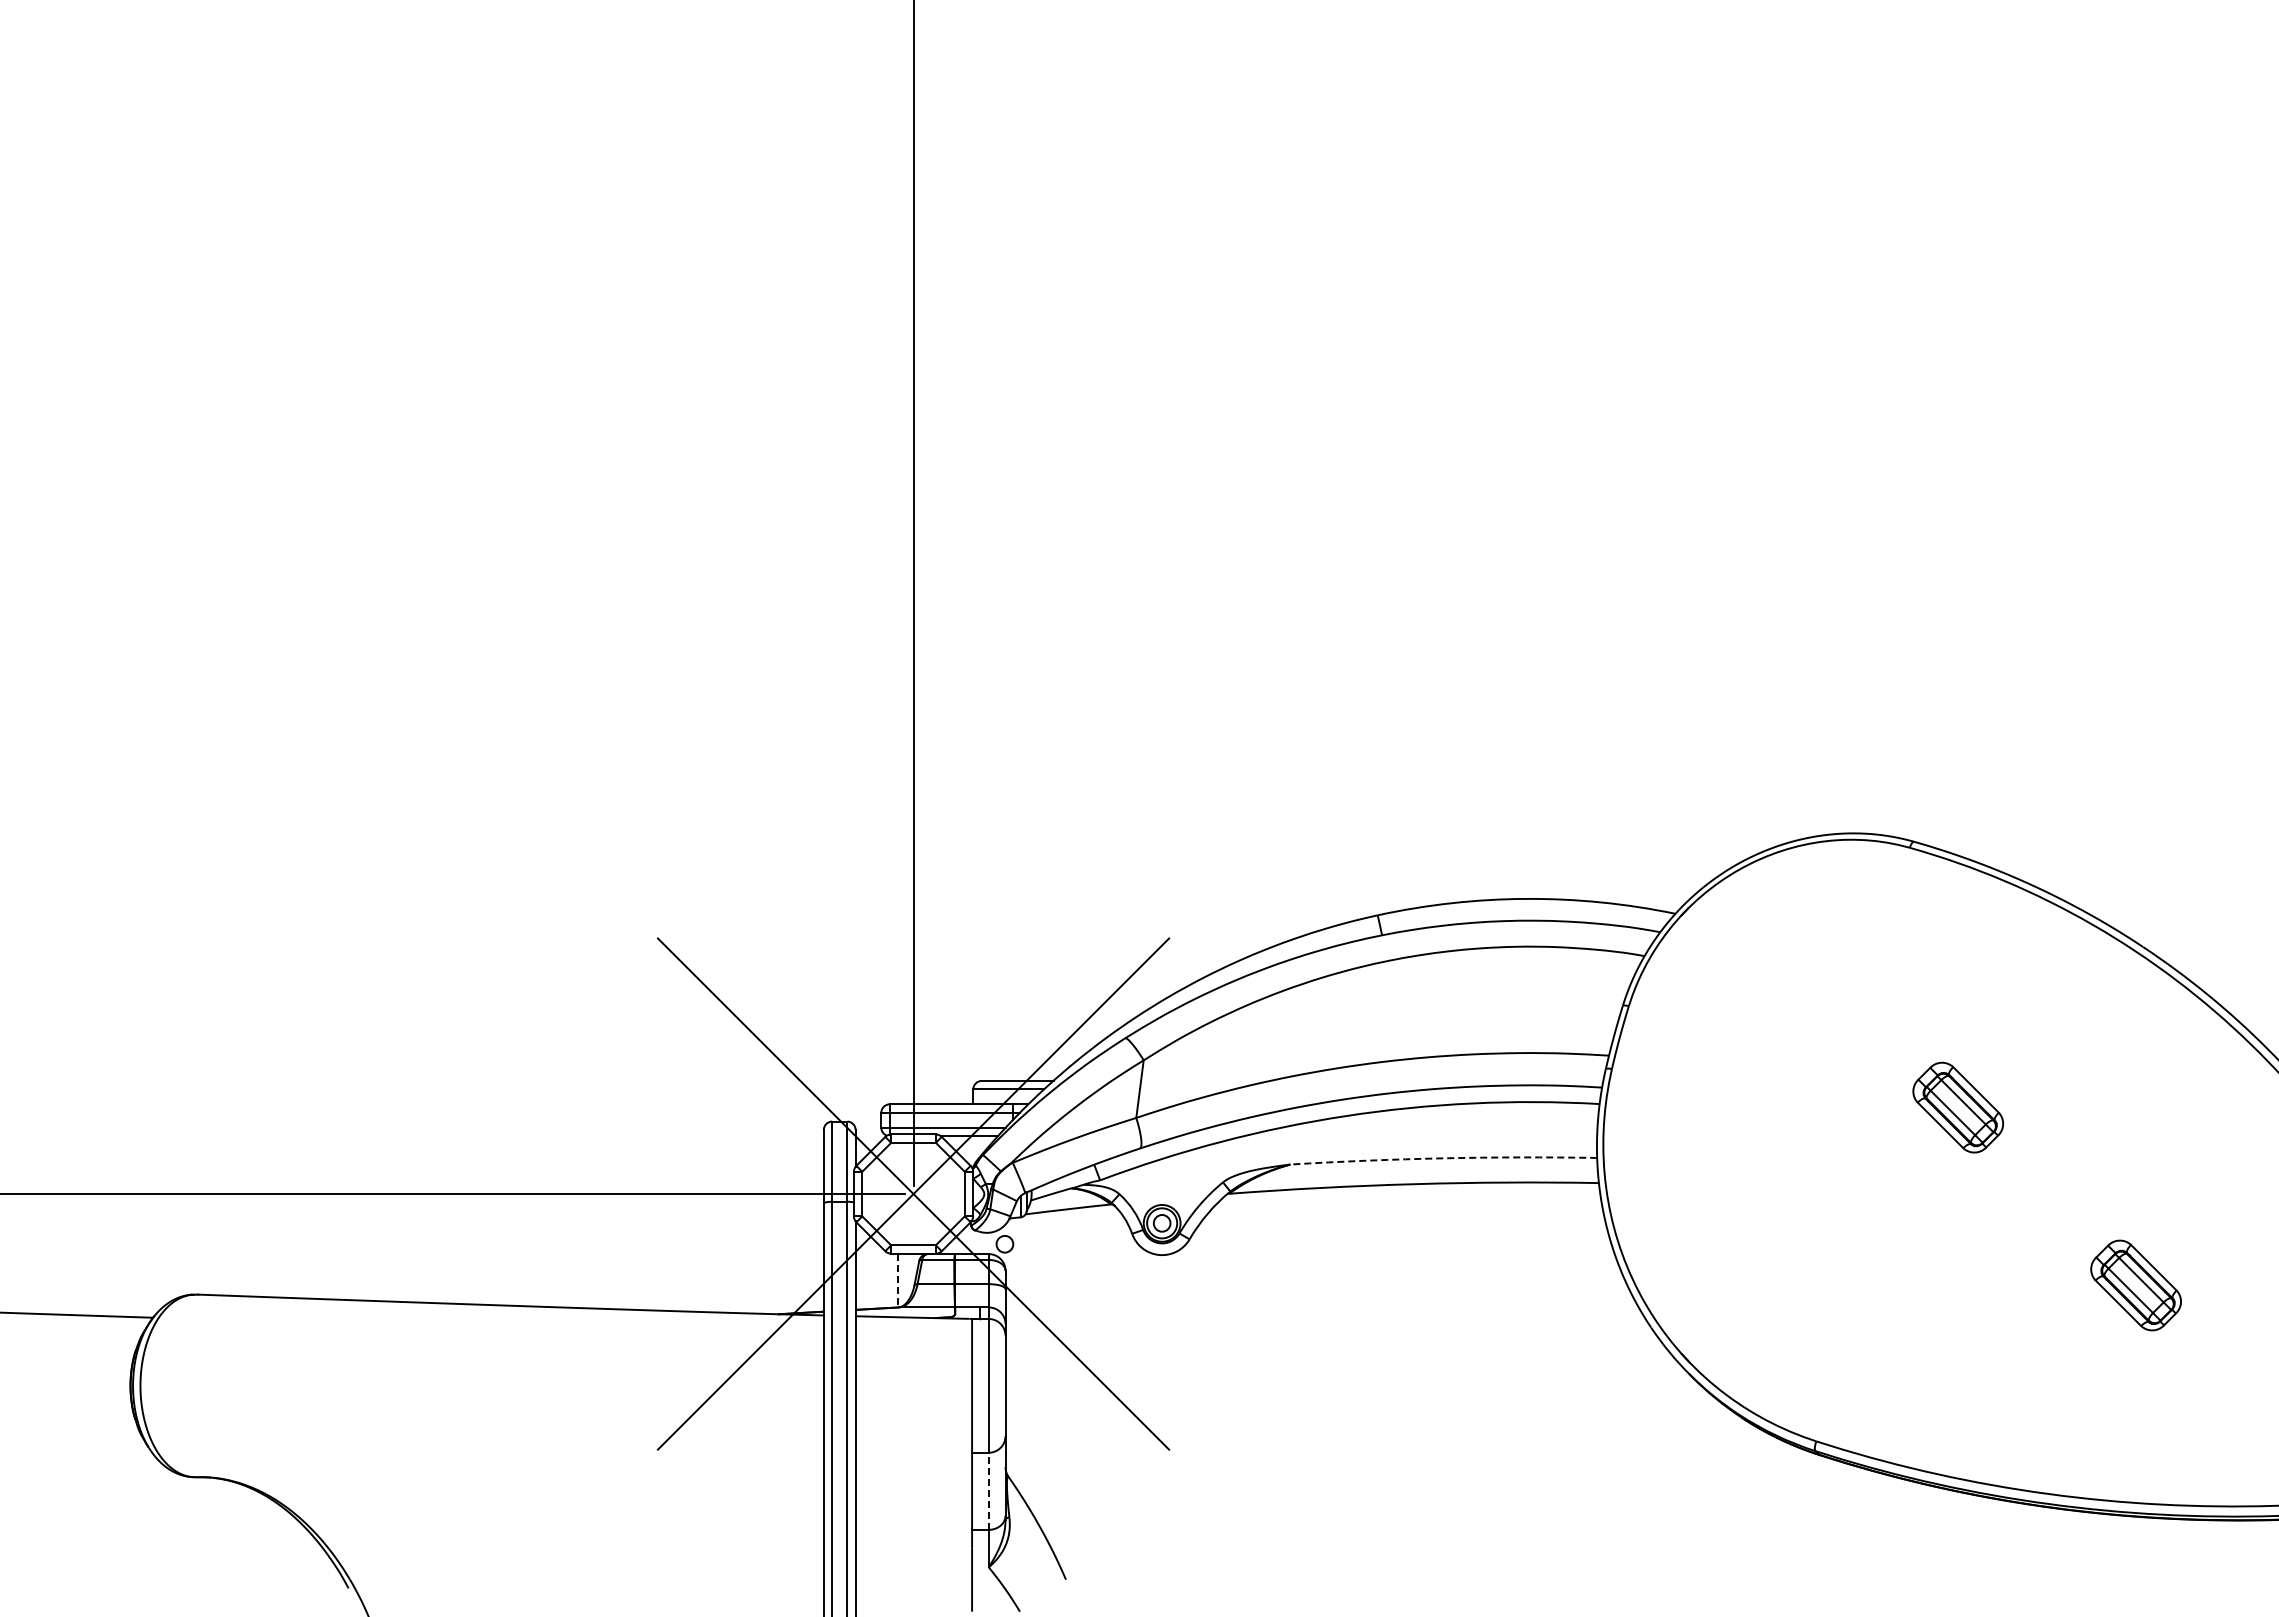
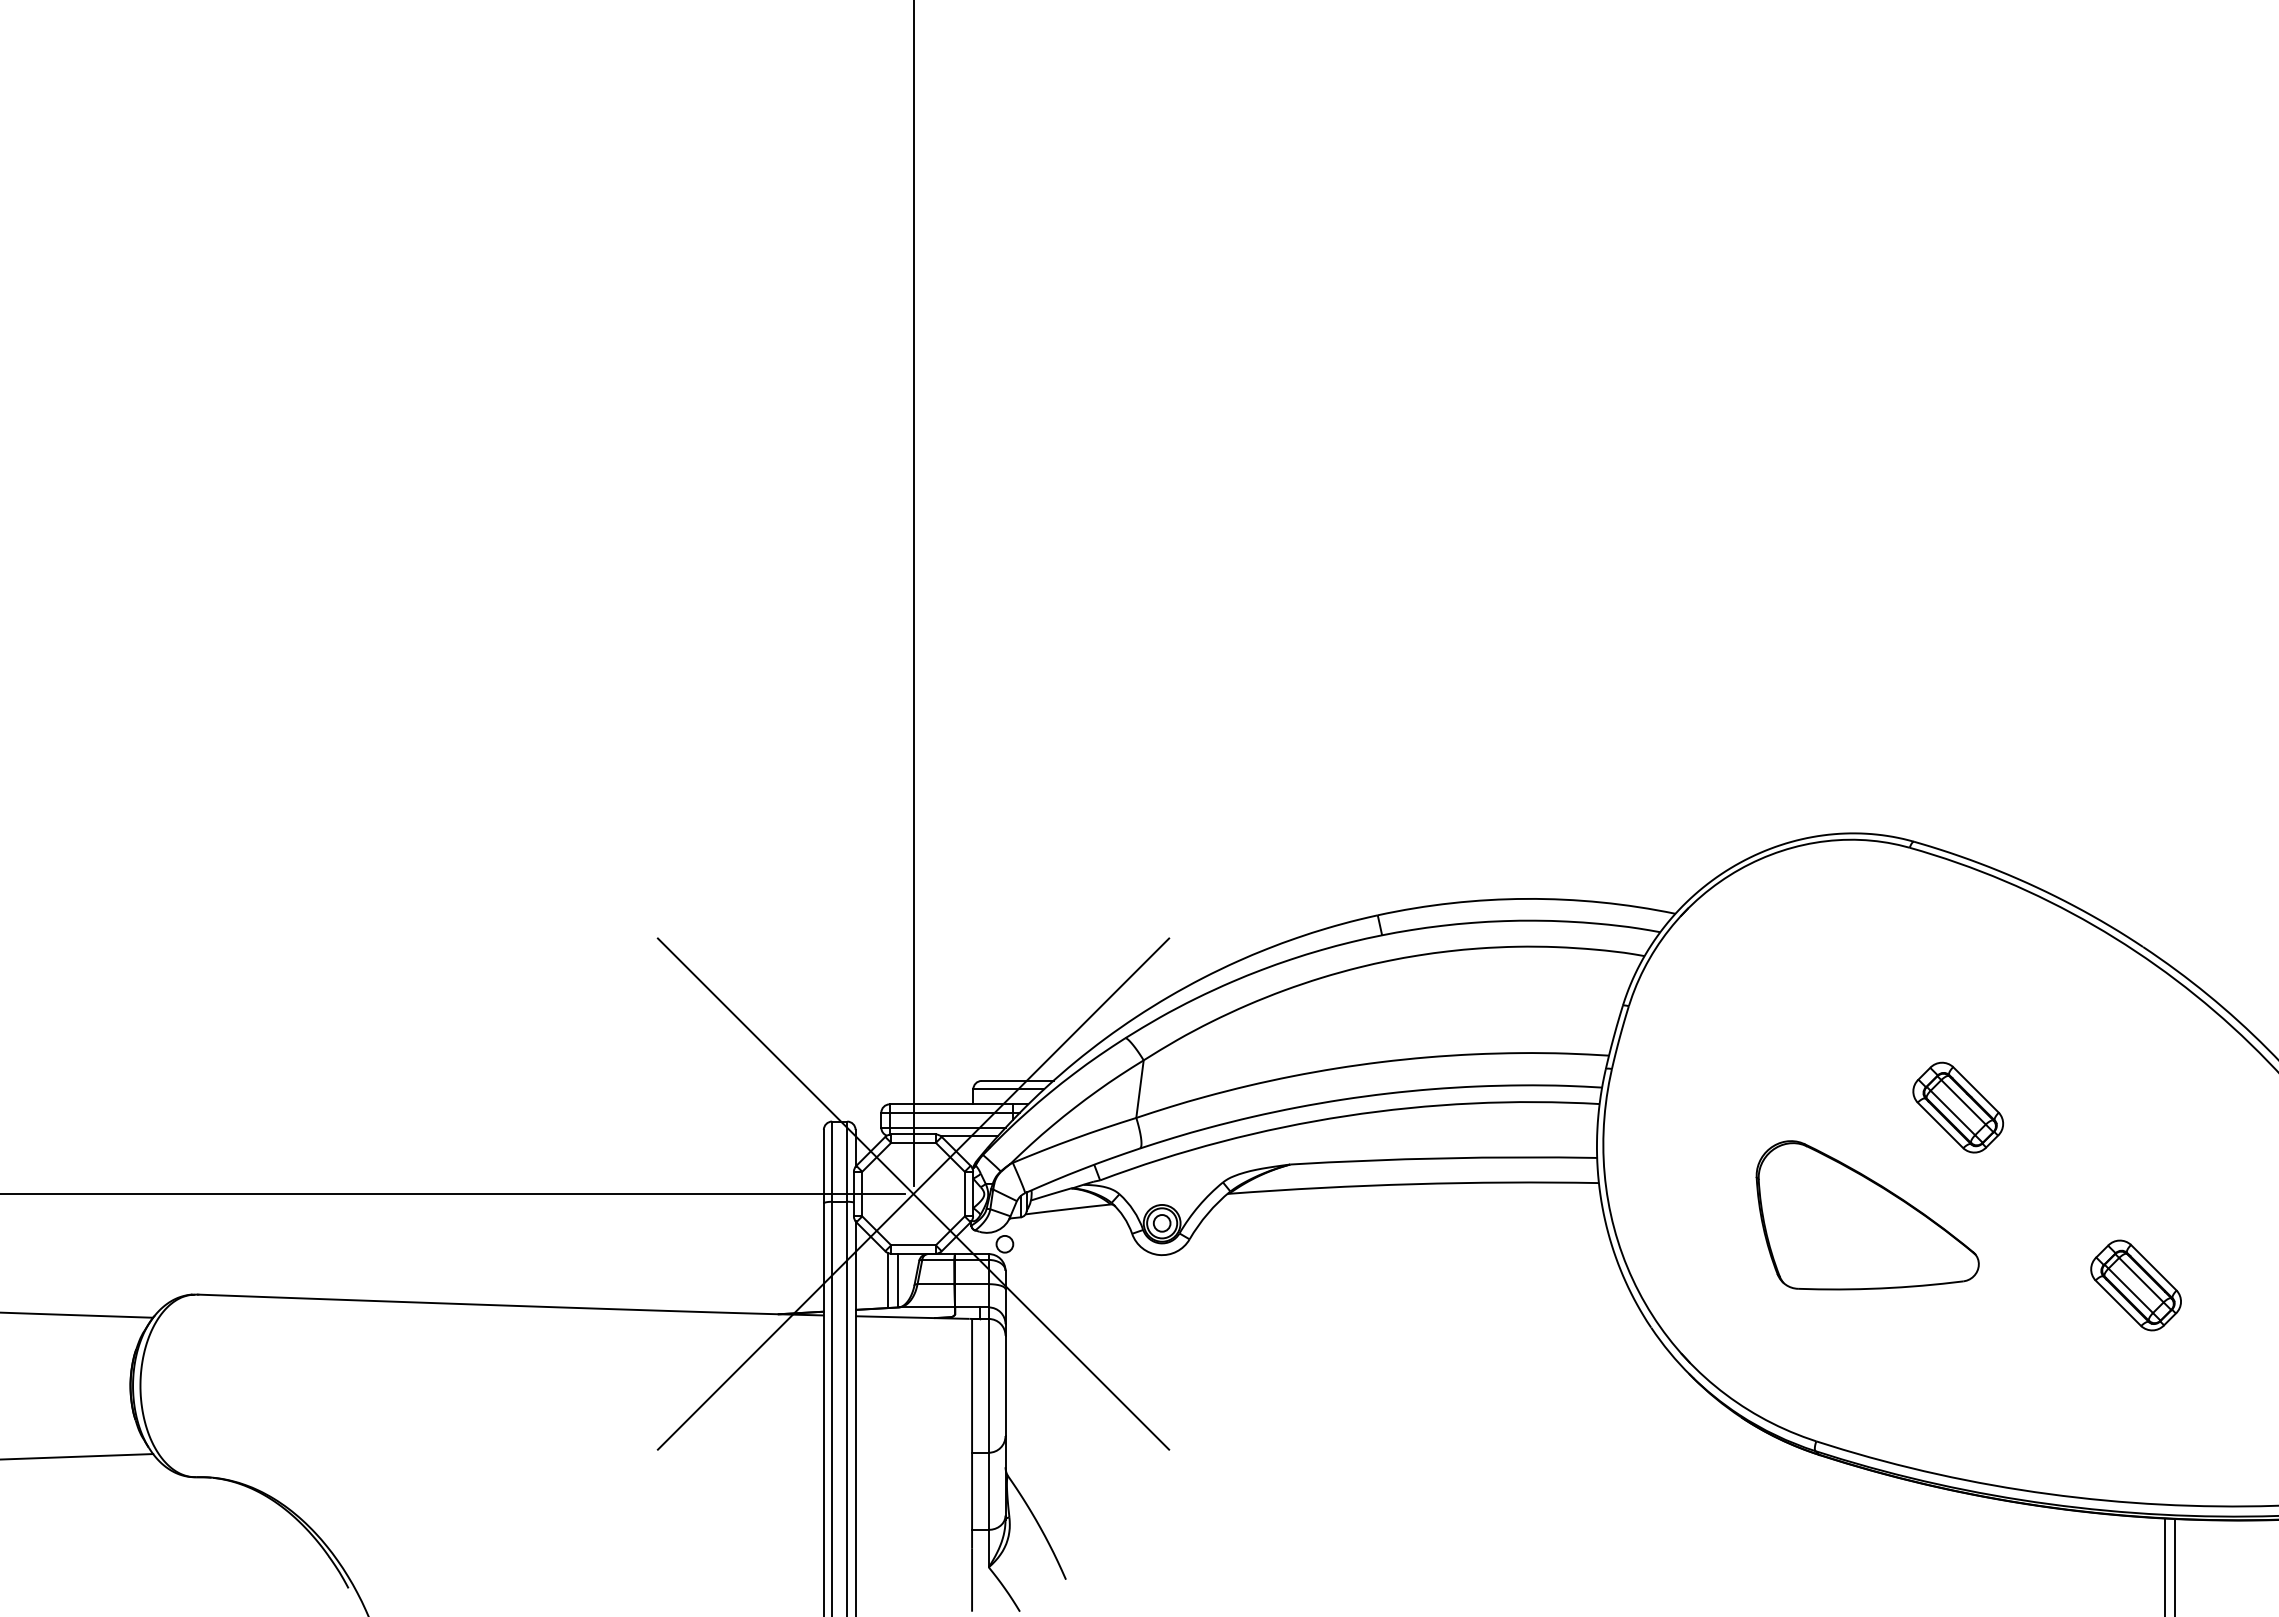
arc at (1443, 1158): dashed -> solid
part at (1867, 1215): none -> present
line at (888, 1280): none -> present
line at (898, 1280): dashed -> solid
line at (77, 1456): none -> present
line at (988, 1491): dashed -> solid
line at (2165, 1565): none -> present
line at (2175, 1566): none -> present
